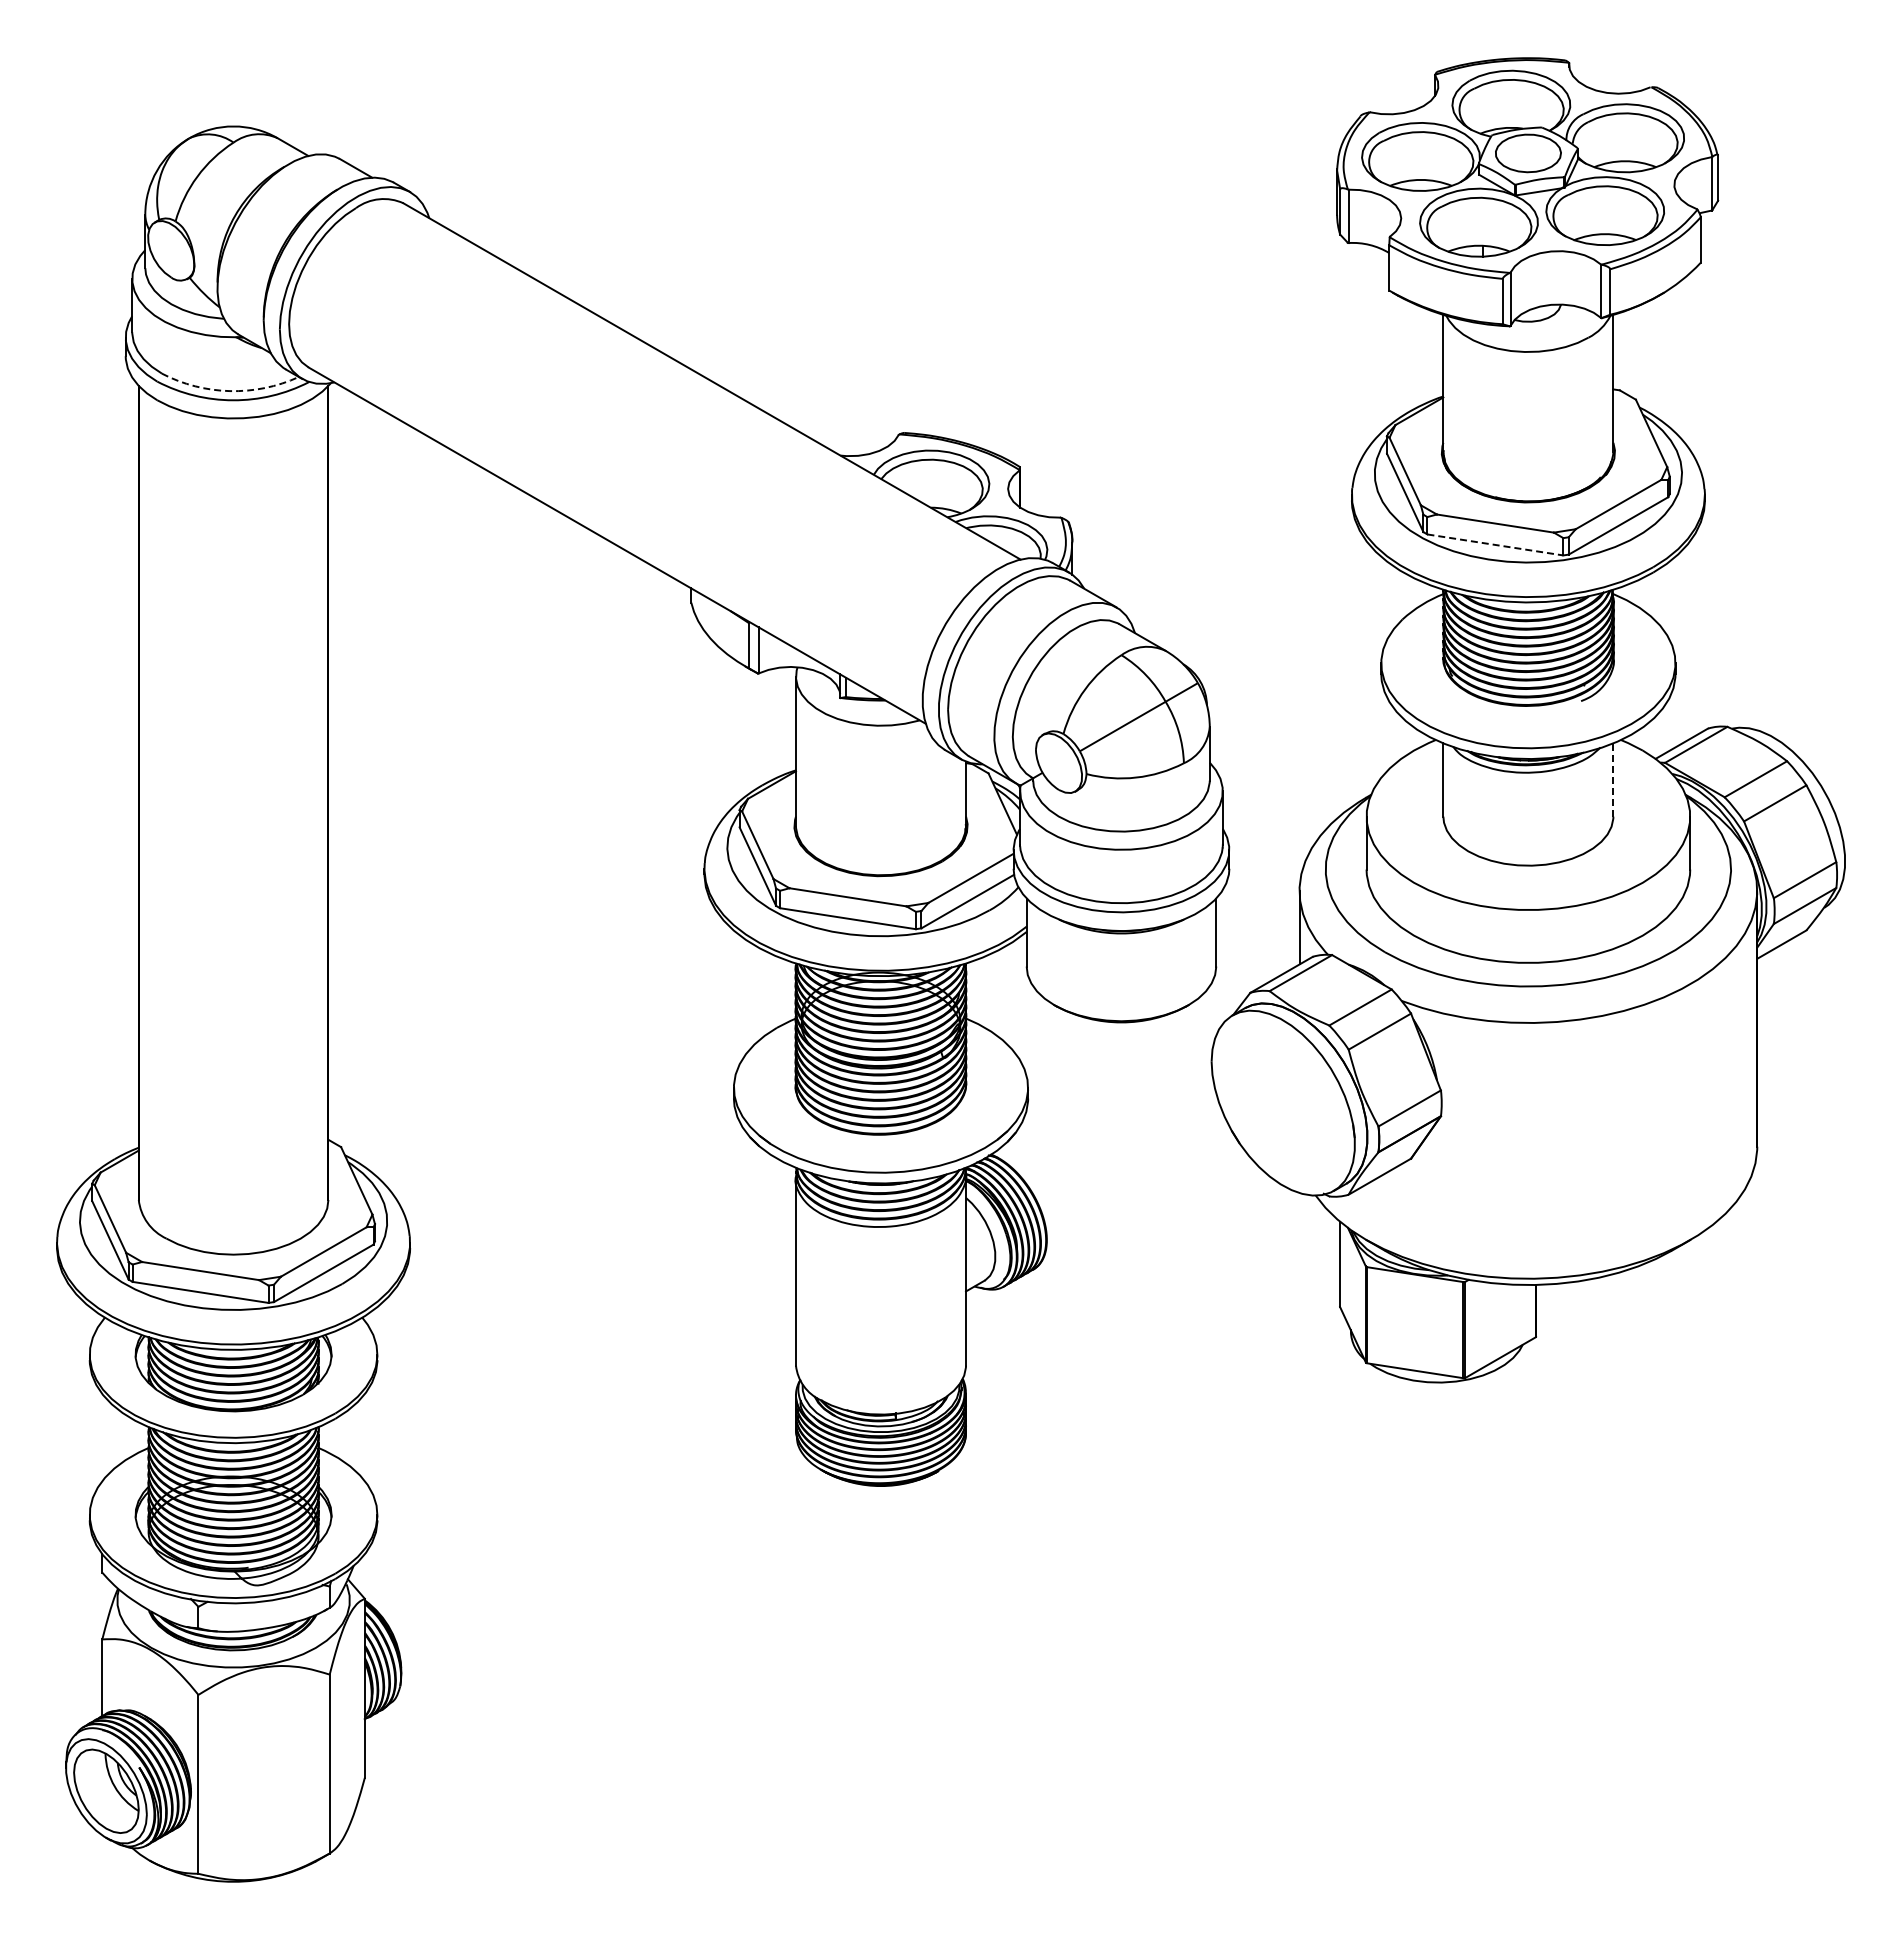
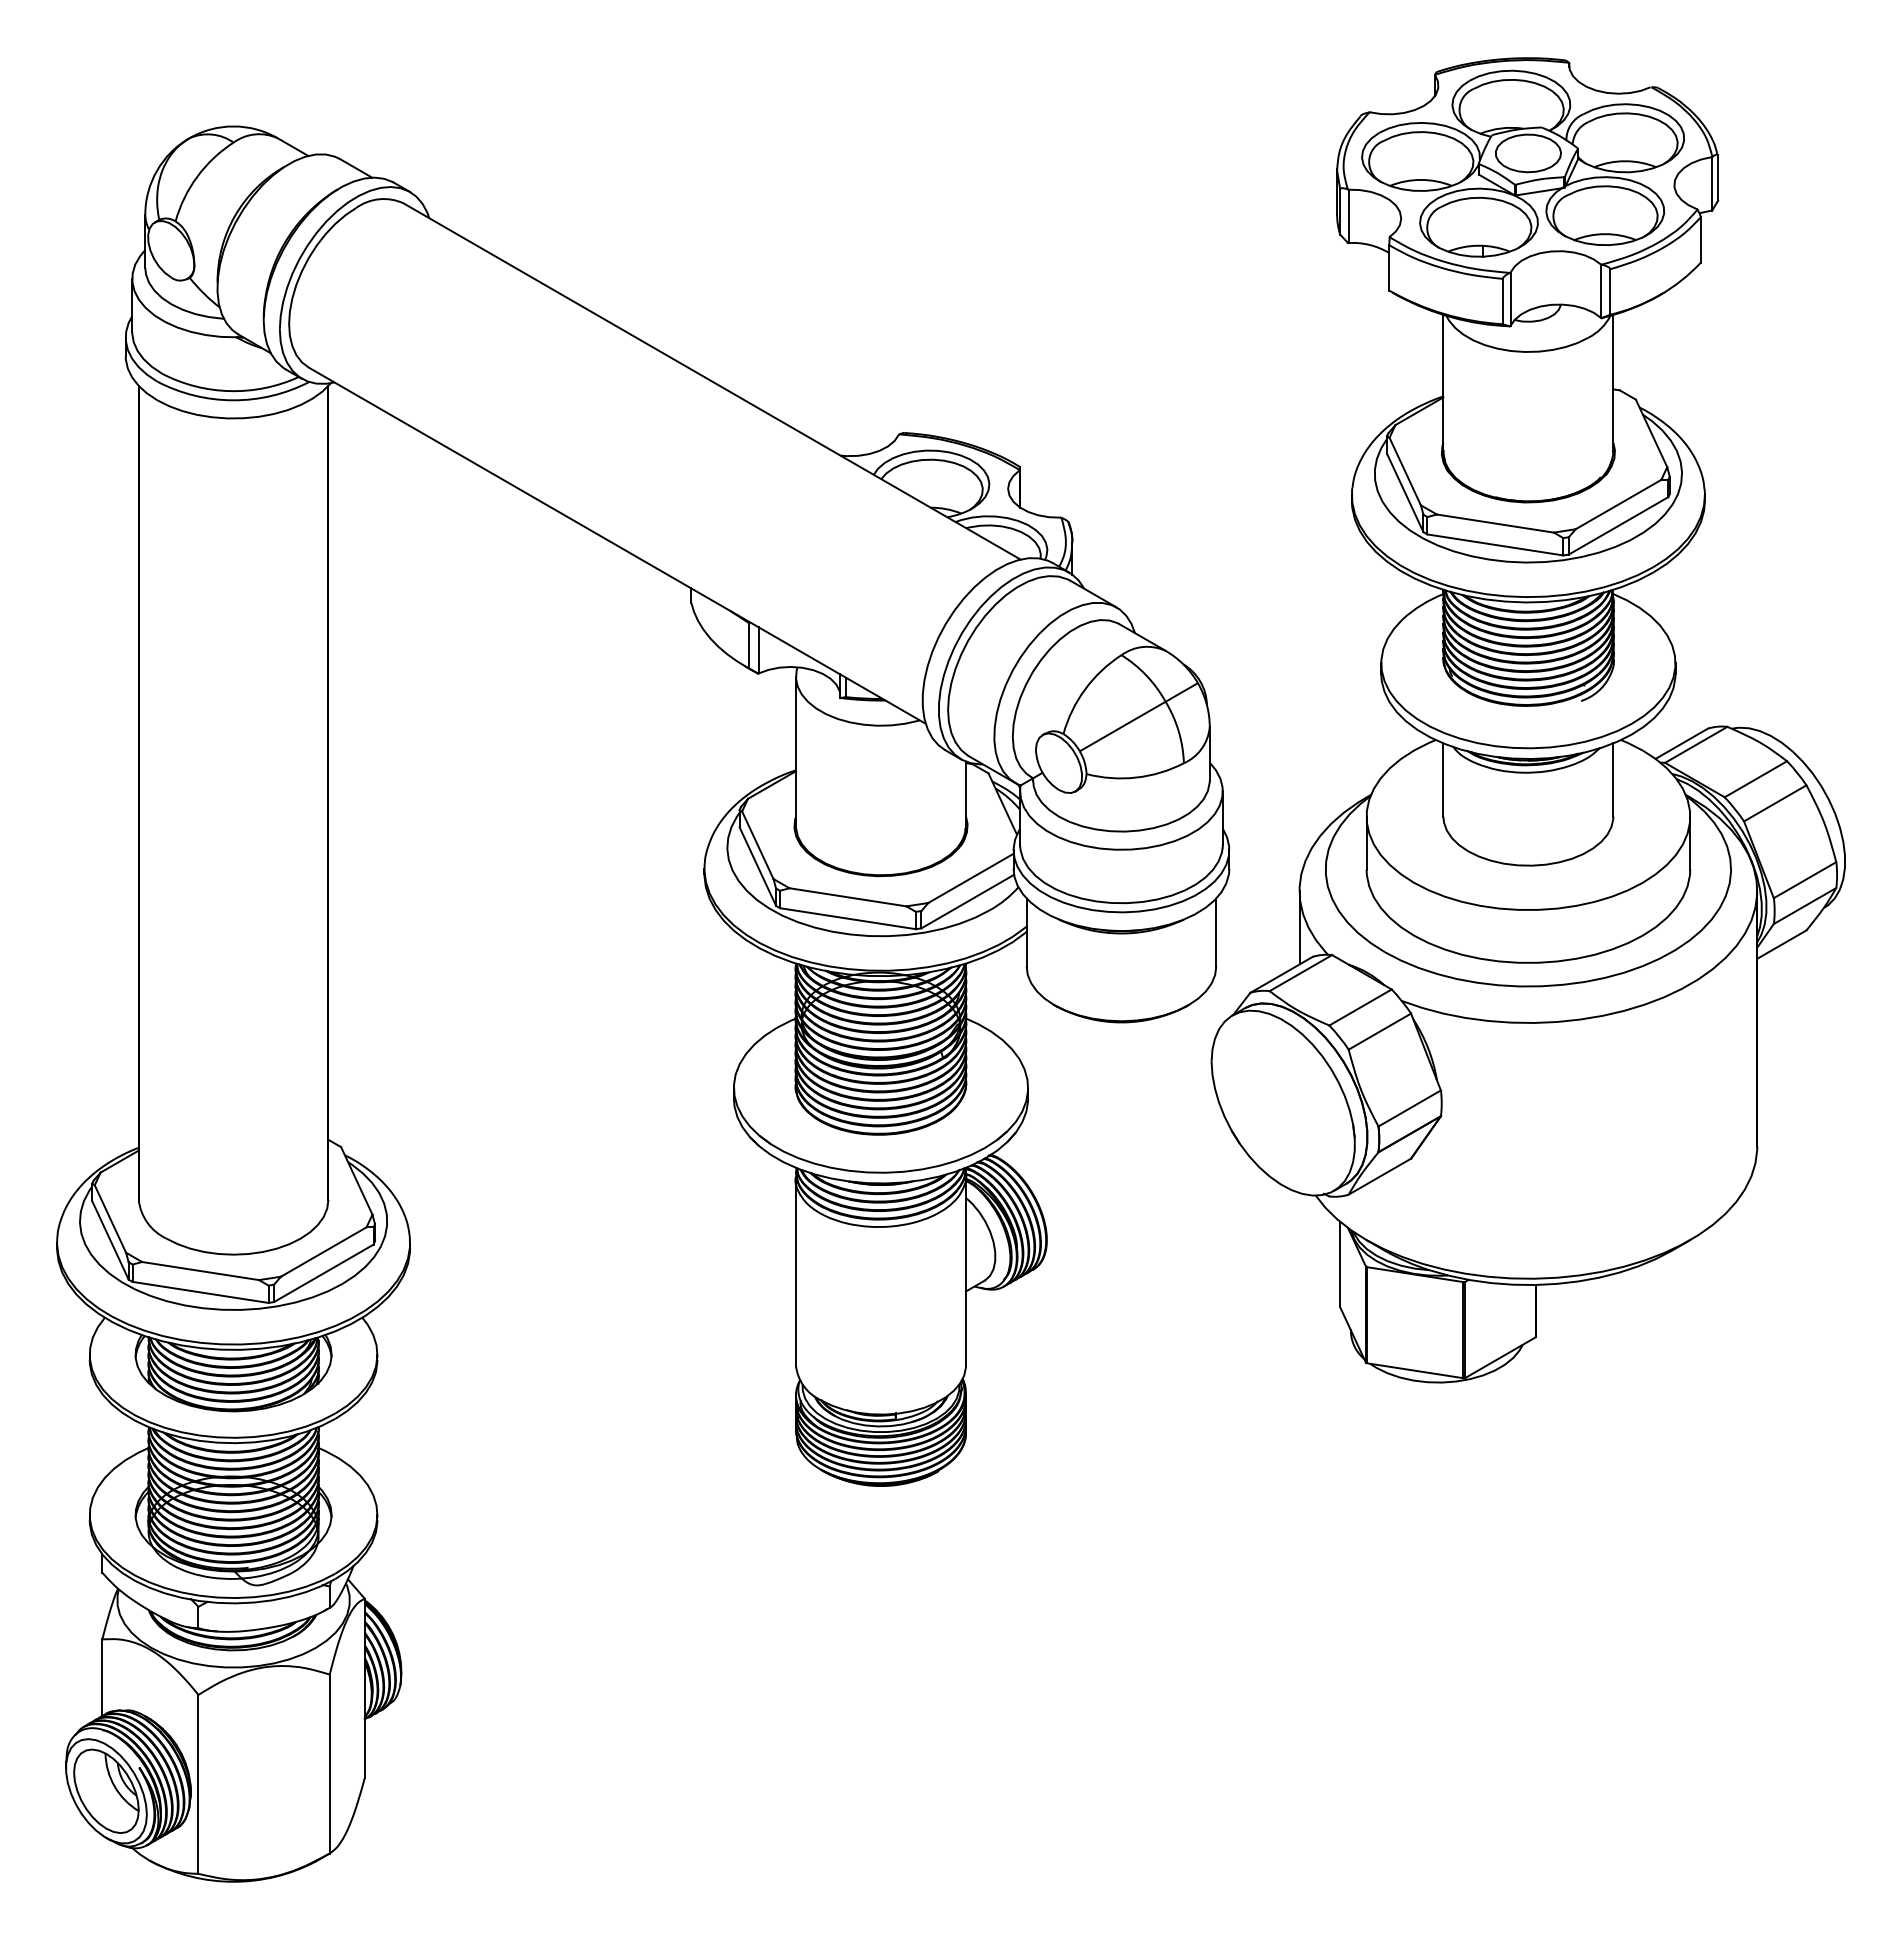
arc at (229, 391): dashed -> solid
line at (1495, 544): dashed -> solid
line at (1613, 780): dashed -> solid
